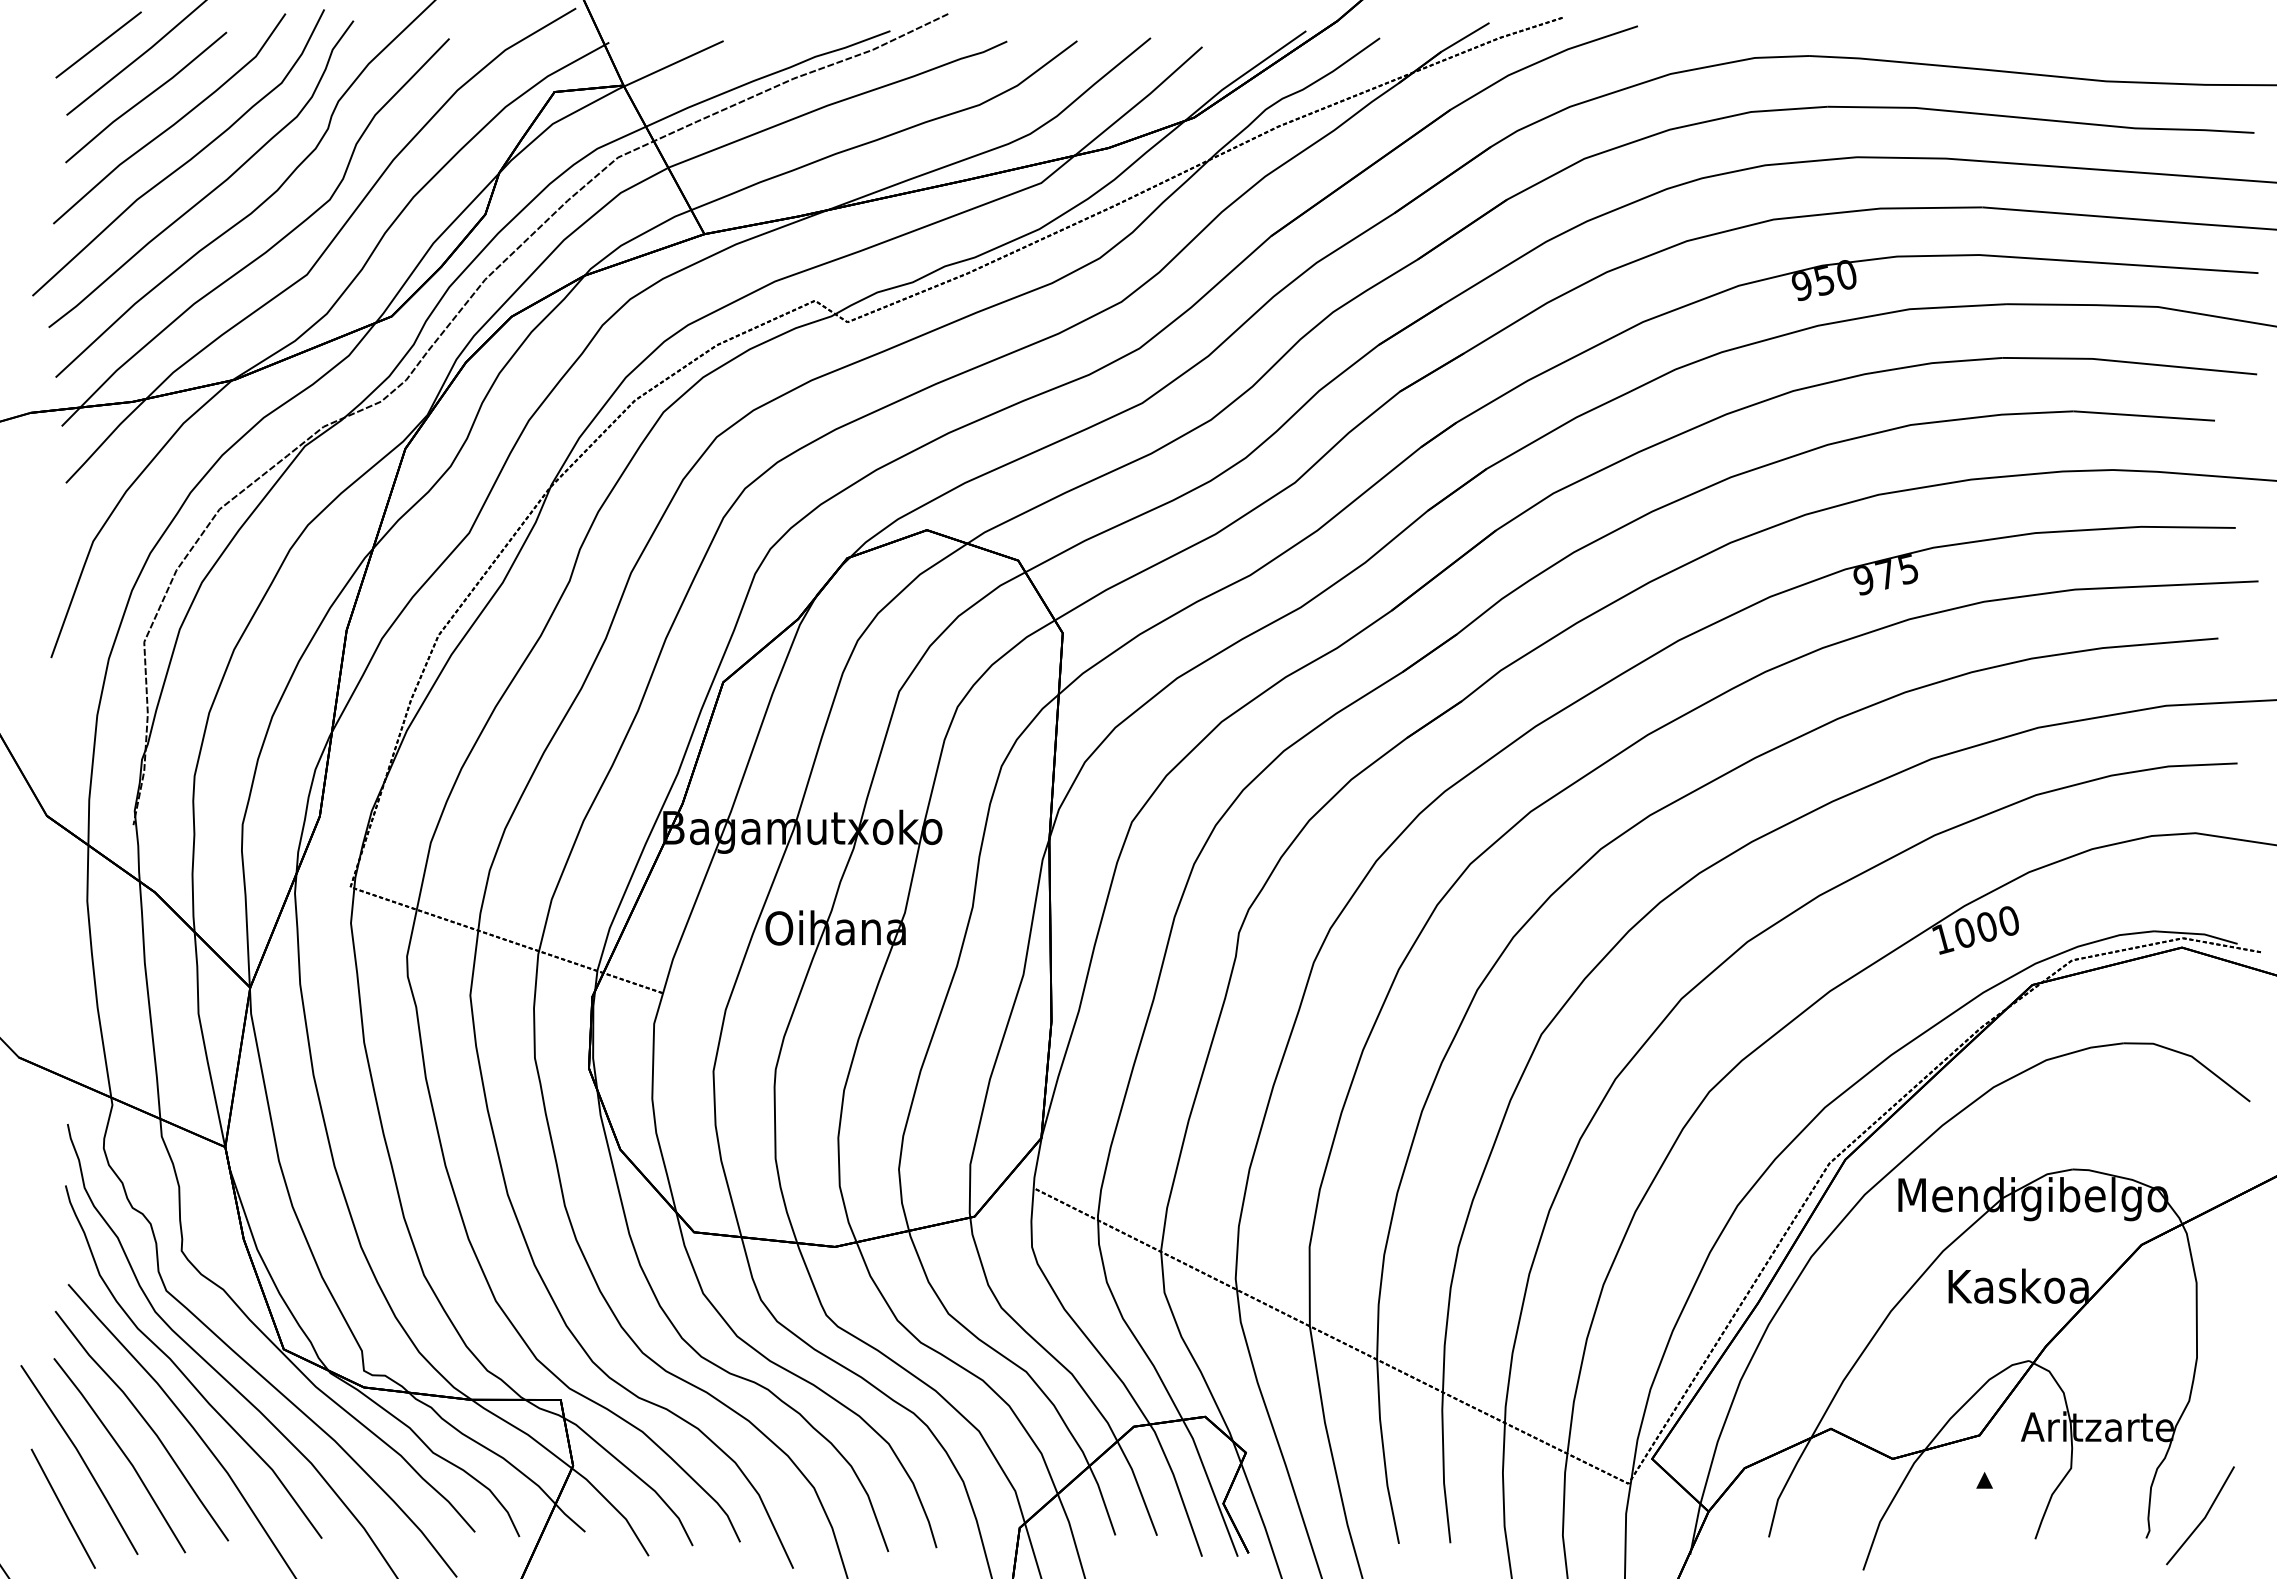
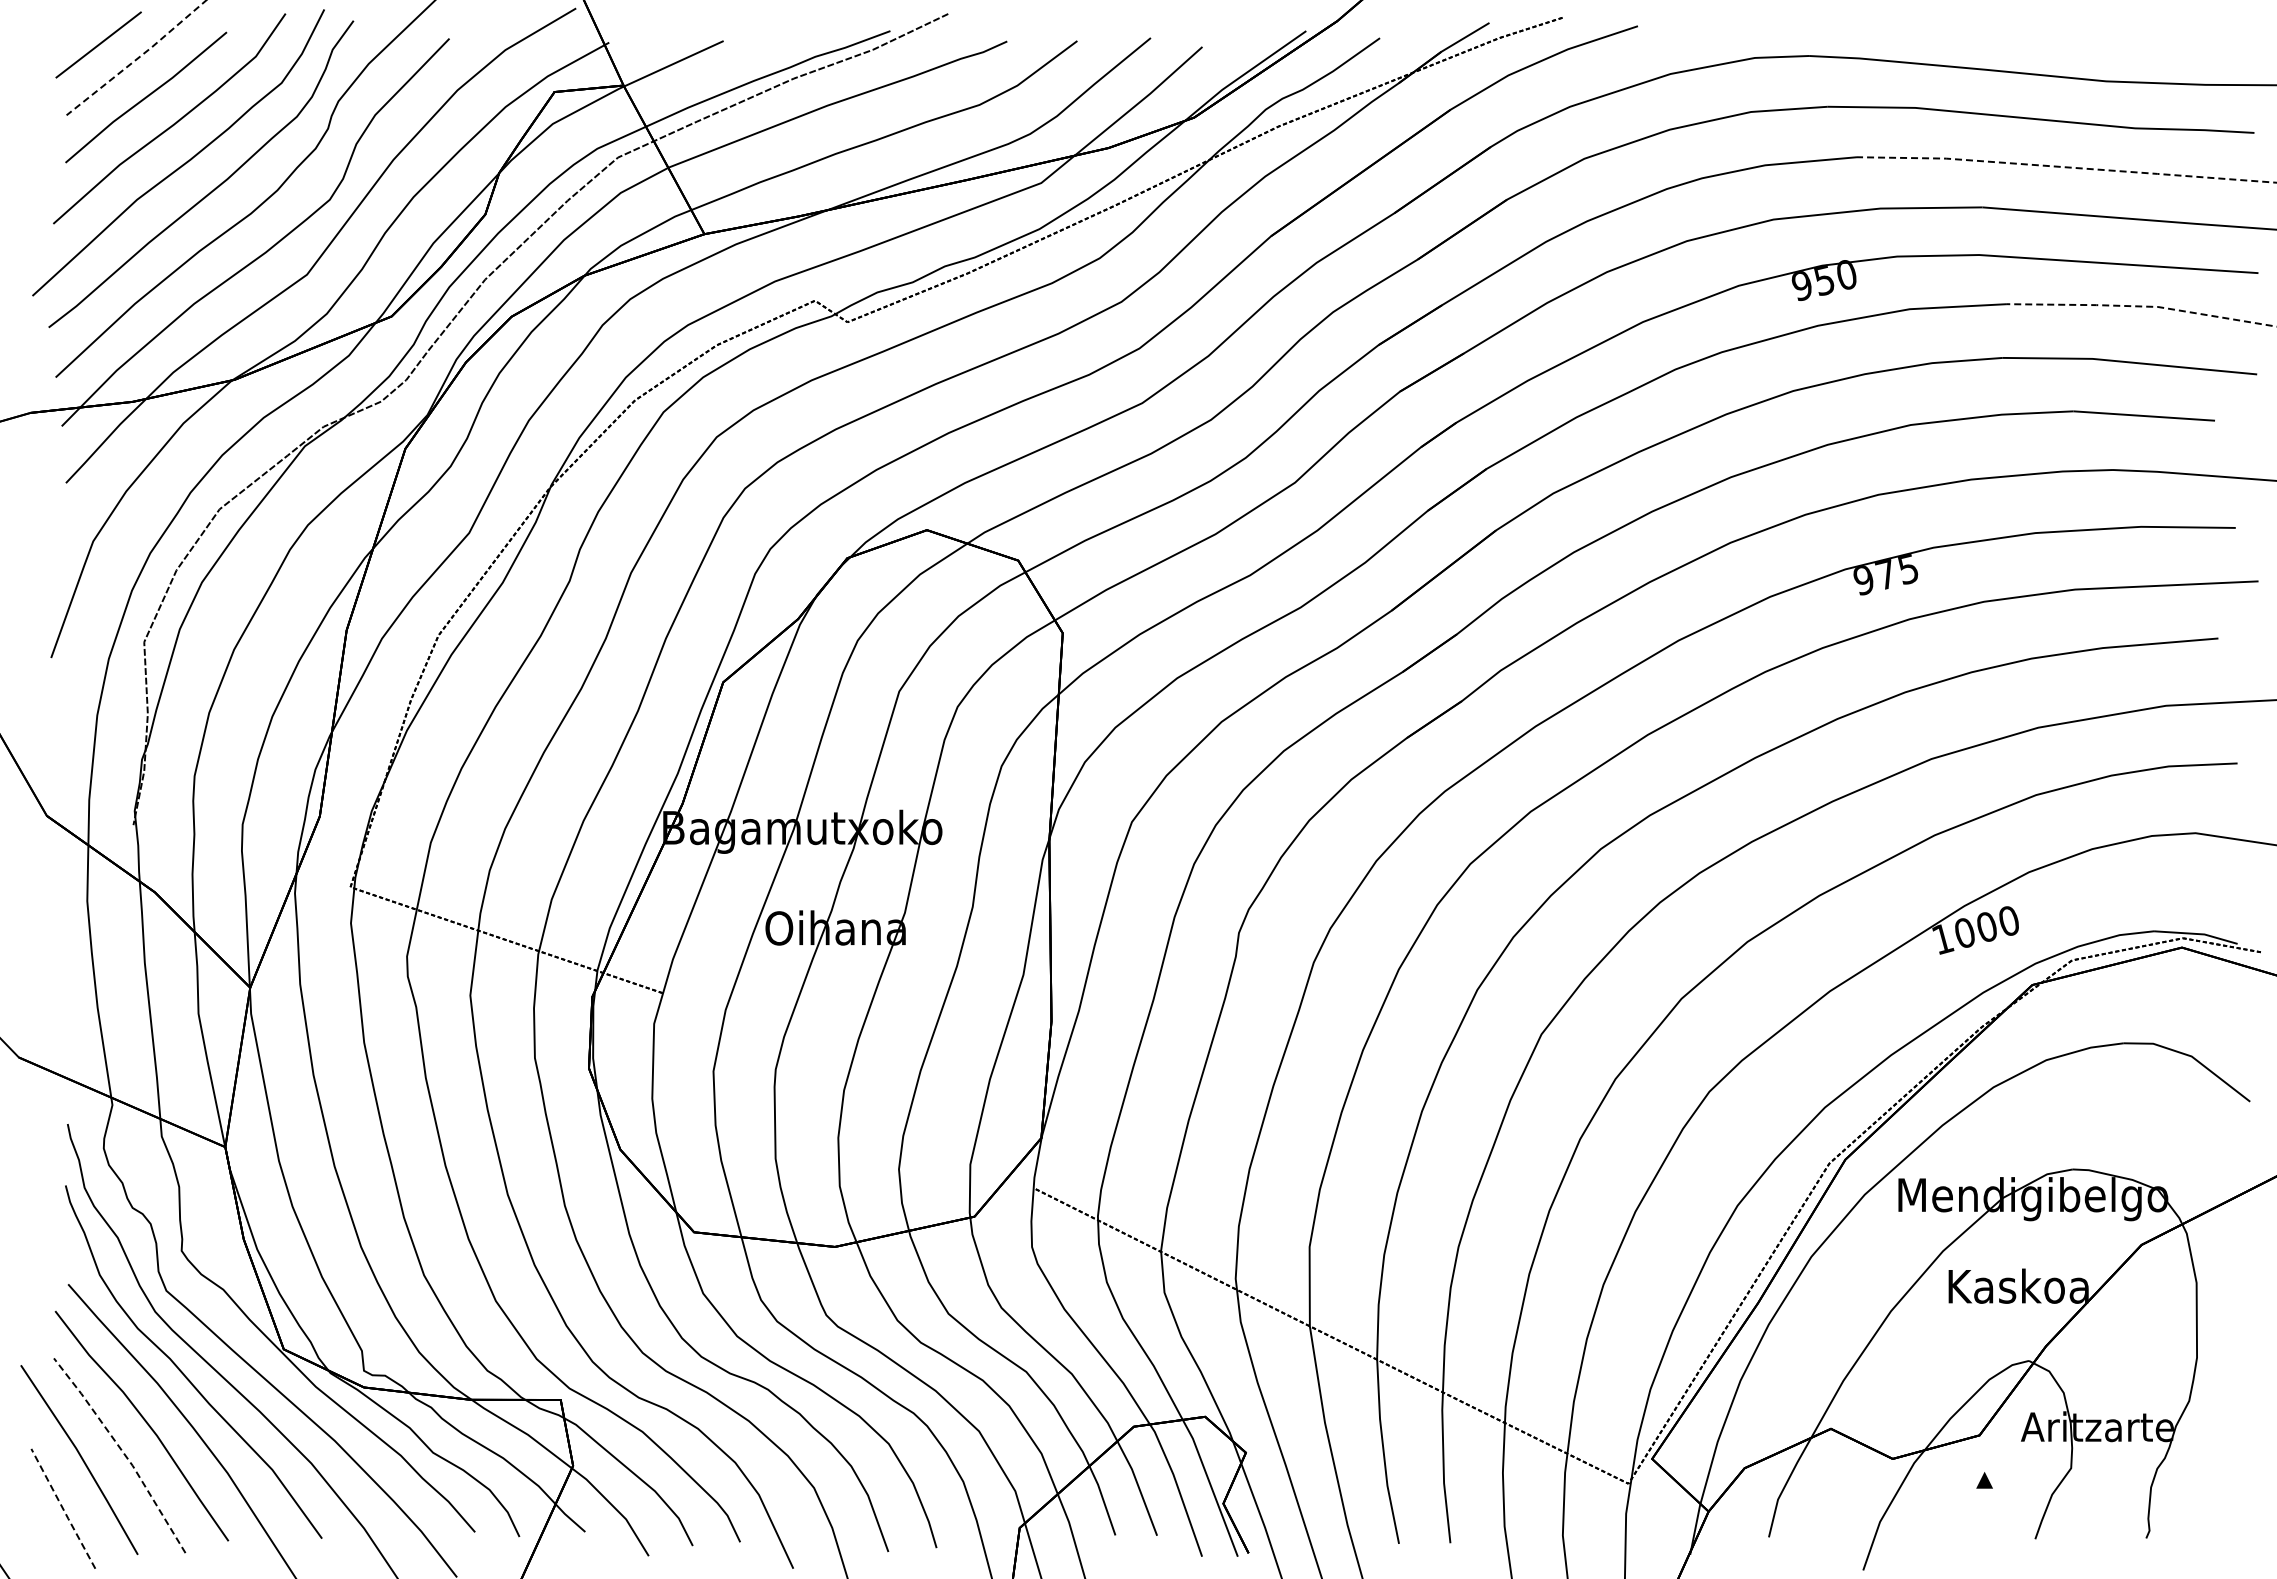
line at (137, 58): solid -> dashed
line at (2066, 167): solid -> dashed
line at (2142, 306): solid -> dashed
line at (123, 1452): solid -> dashed
line at (63, 1509): solid -> dashed
line at (2203, 1517): present -> none
